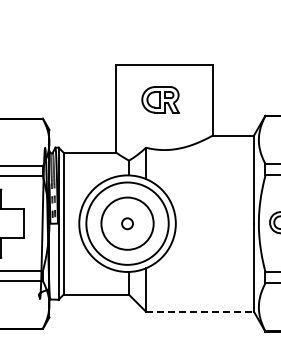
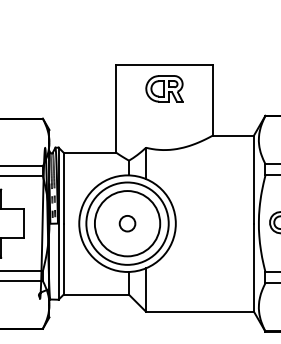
part at (160, 99) position: (160, 99) -> (164, 88)
circle at (127, 223) diameter: 52 px -> 65 px
circle at (127, 223) size: 13x14 px -> 19x18 px
line at (199, 311): dashed -> solid
